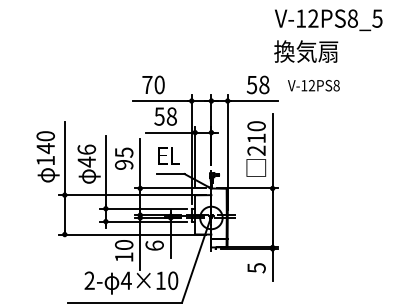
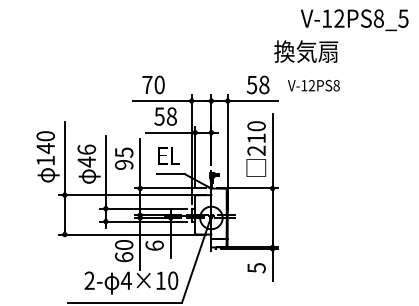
text at (328, 20) position: (328, 20) -> (354, 20)
text at (124, 257): 10 -> 60
